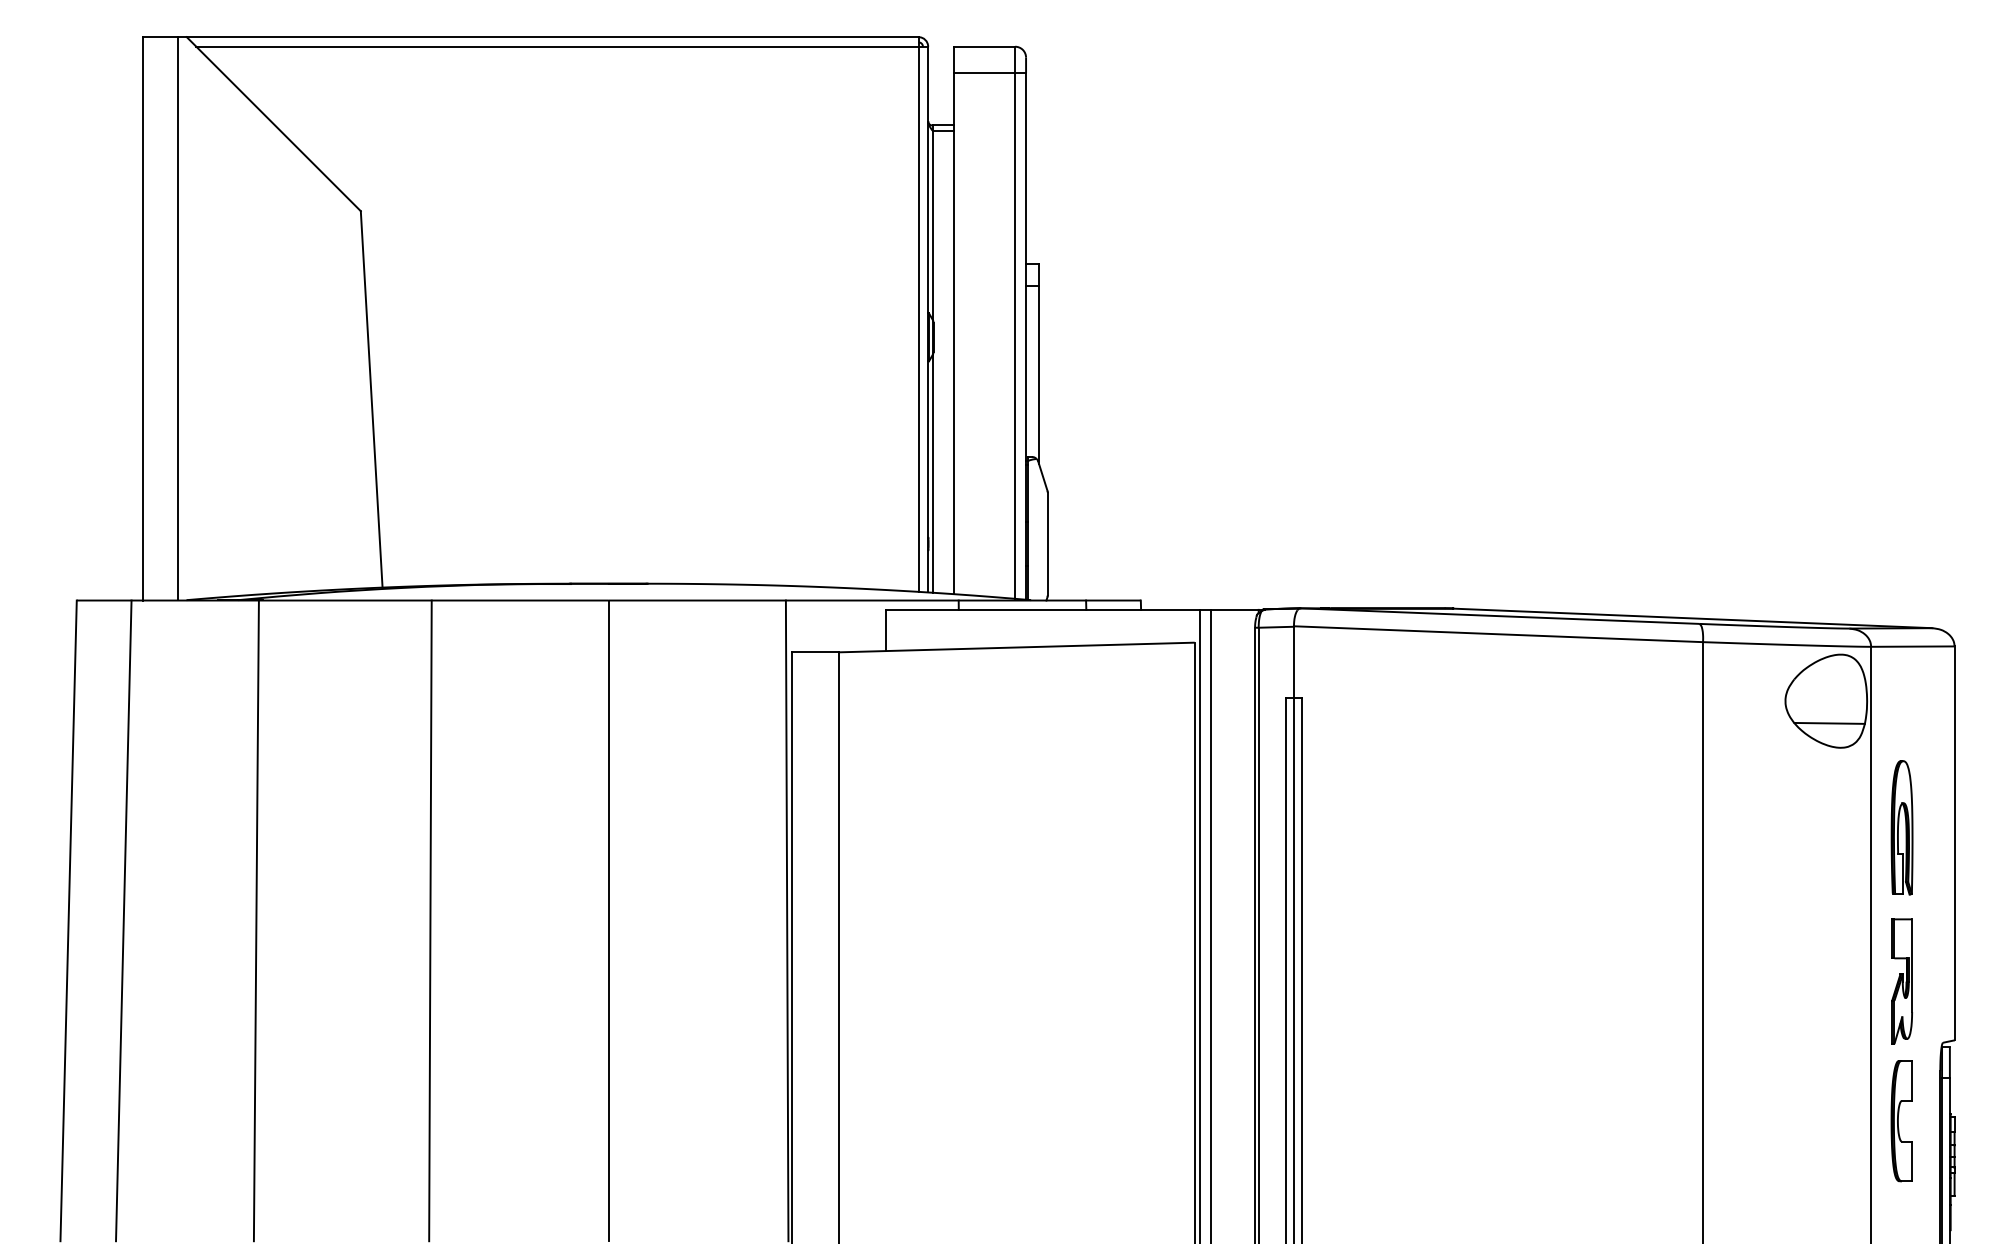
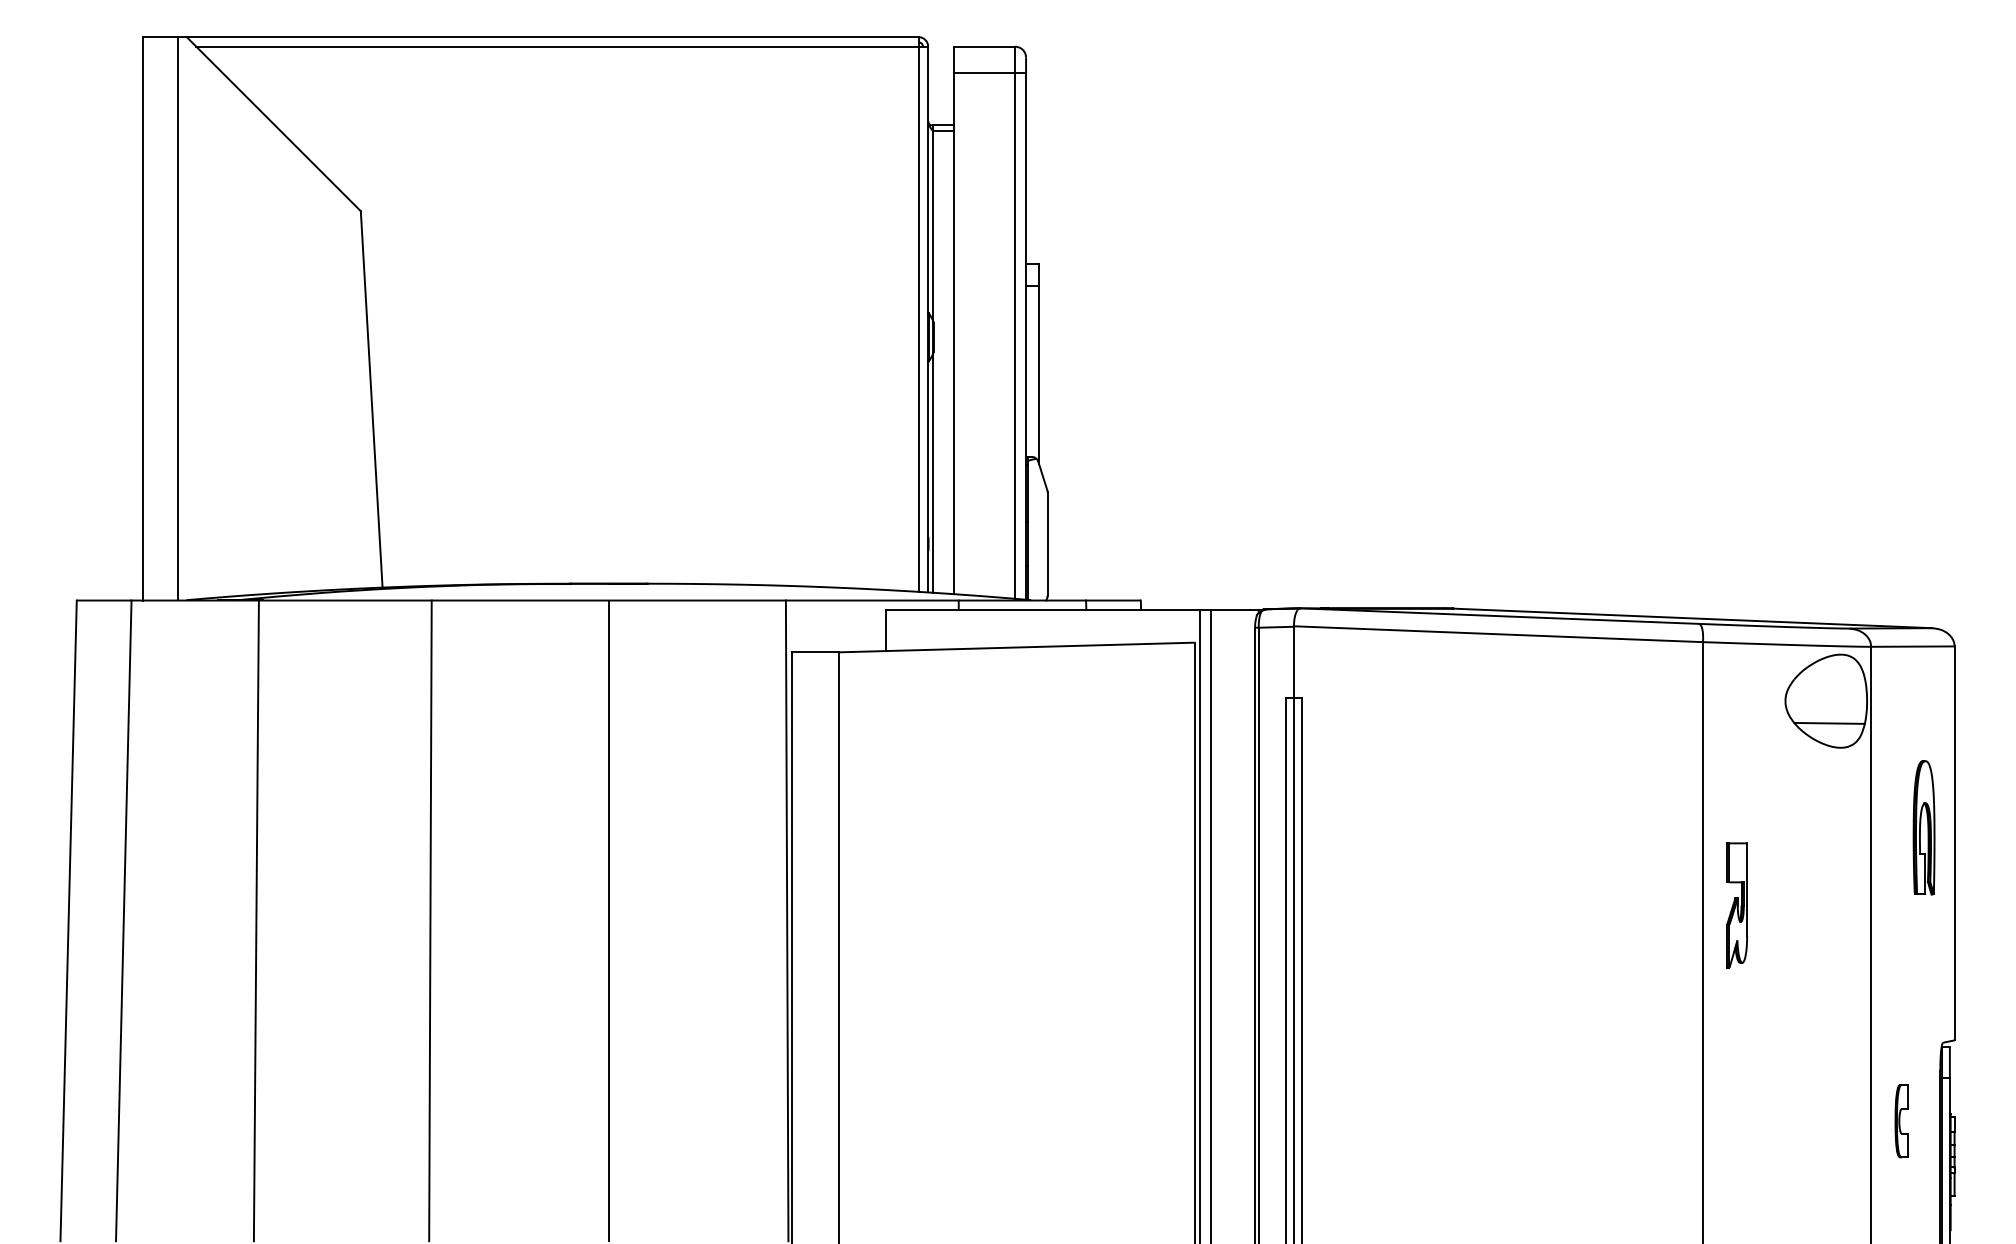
part at (1901, 827) position: (1901, 827) -> (1923, 827)
part at (1901, 981) position: (1901, 981) -> (1736, 905)
part at (1901, 1121) size: 23x123 px -> 15x75 px
